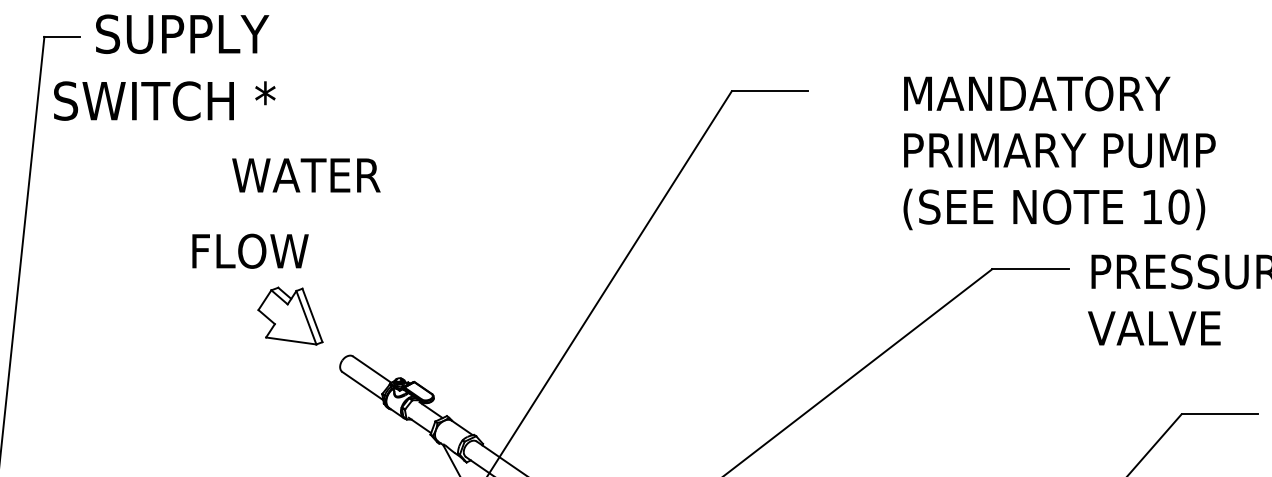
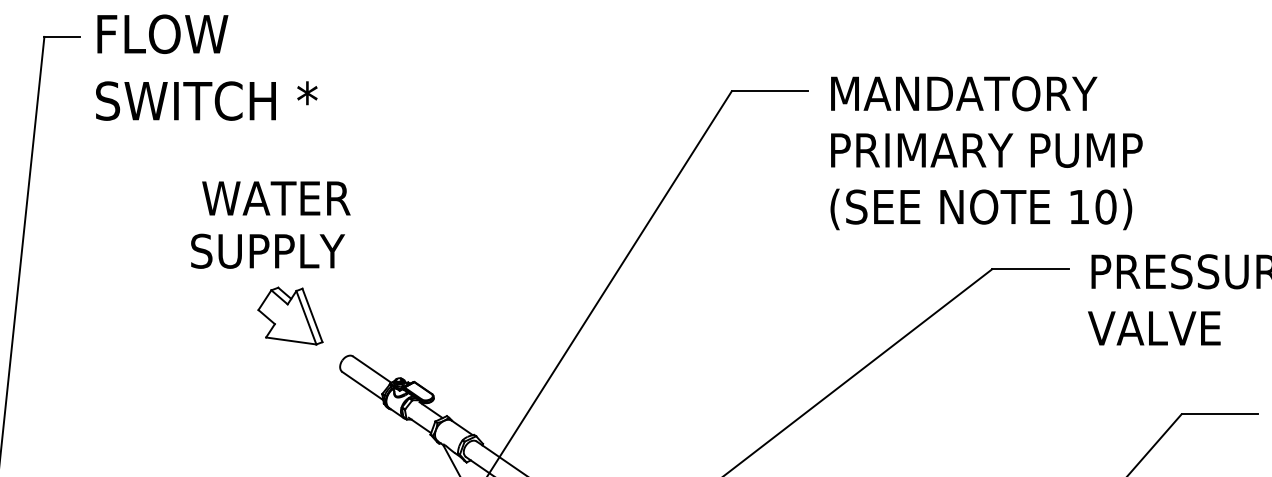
text at (182, 34): SUPPLY -> FLOW
text at (164, 100) position: (164, 100) -> (206, 100)
text at (1059, 153) position: (1059, 153) -> (986, 153)
text at (306, 175) position: (306, 175) -> (276, 198)
text at (267, 250): FLOW -> SUPPLY
